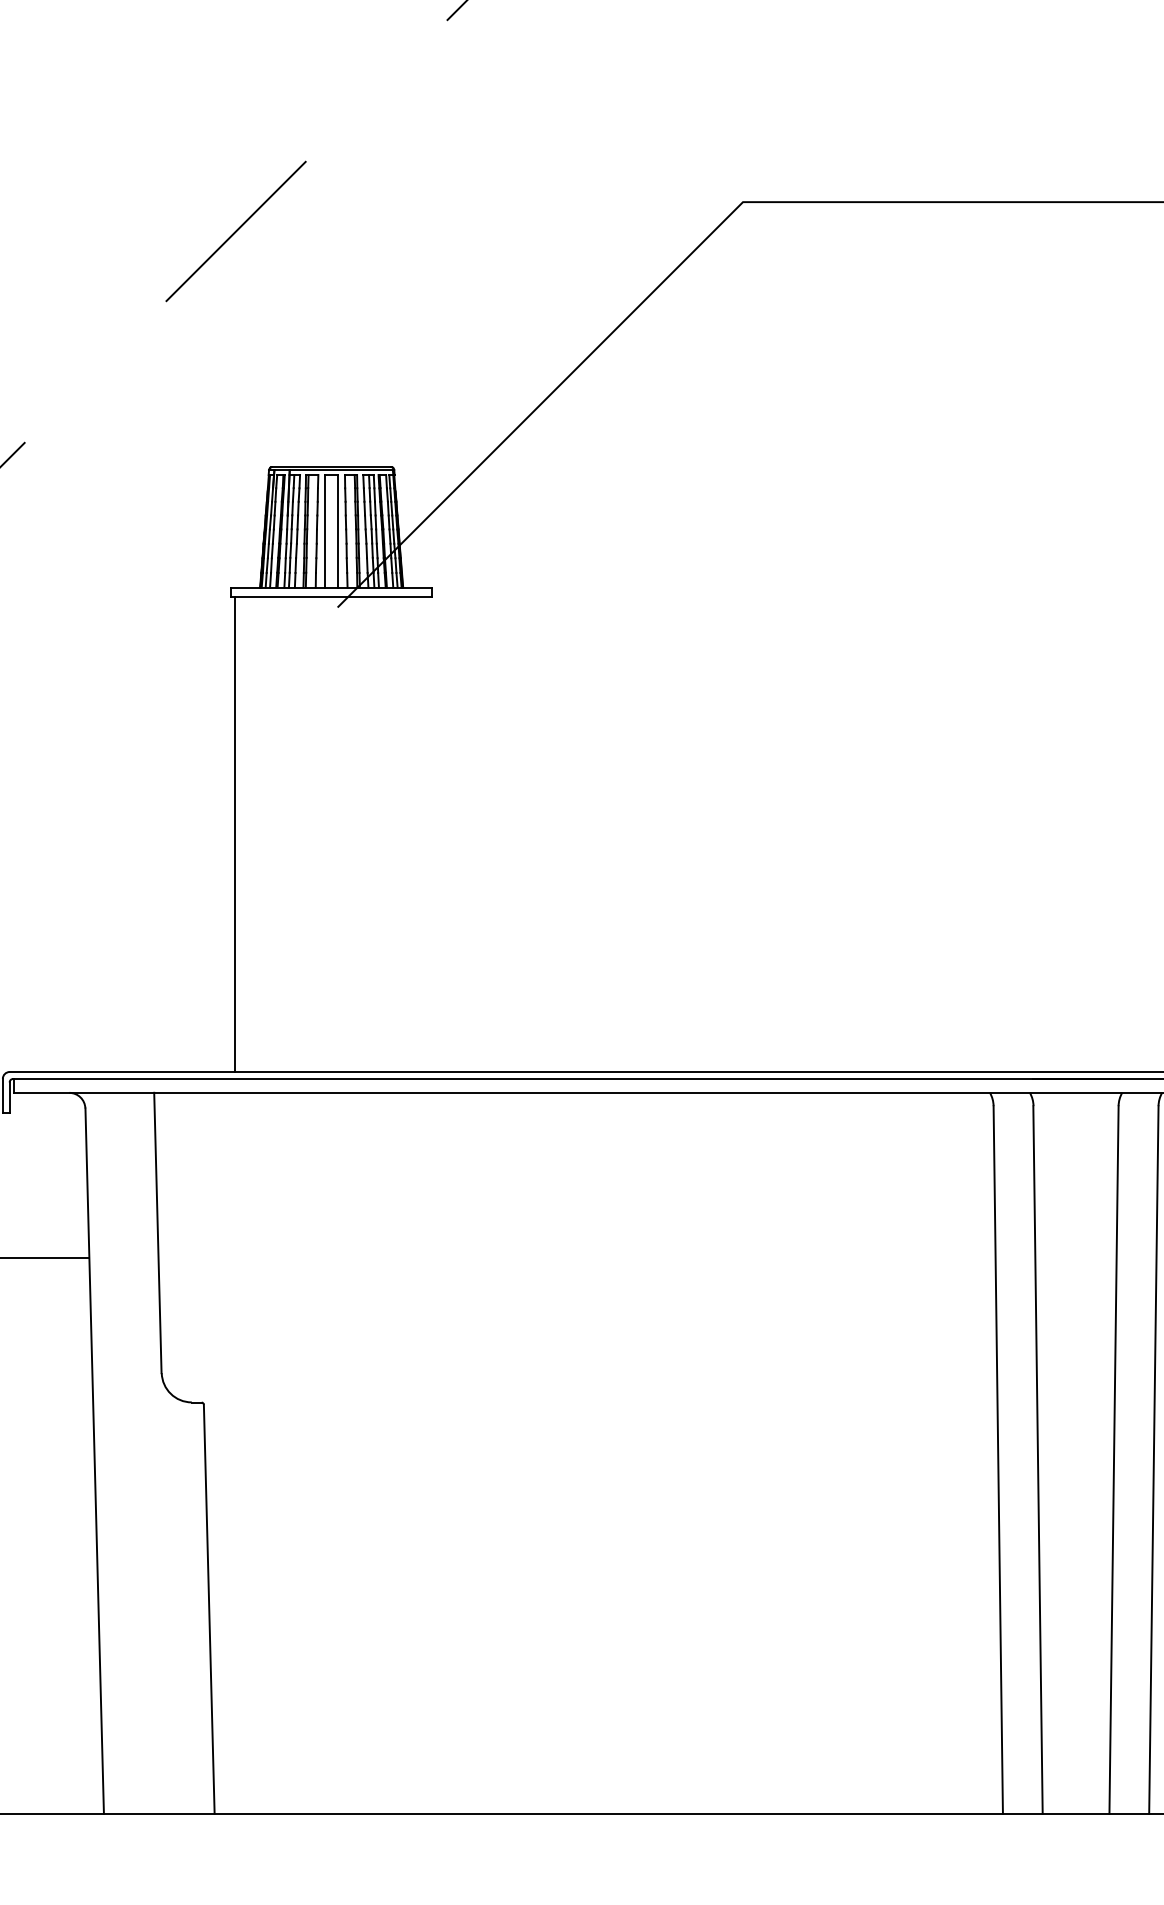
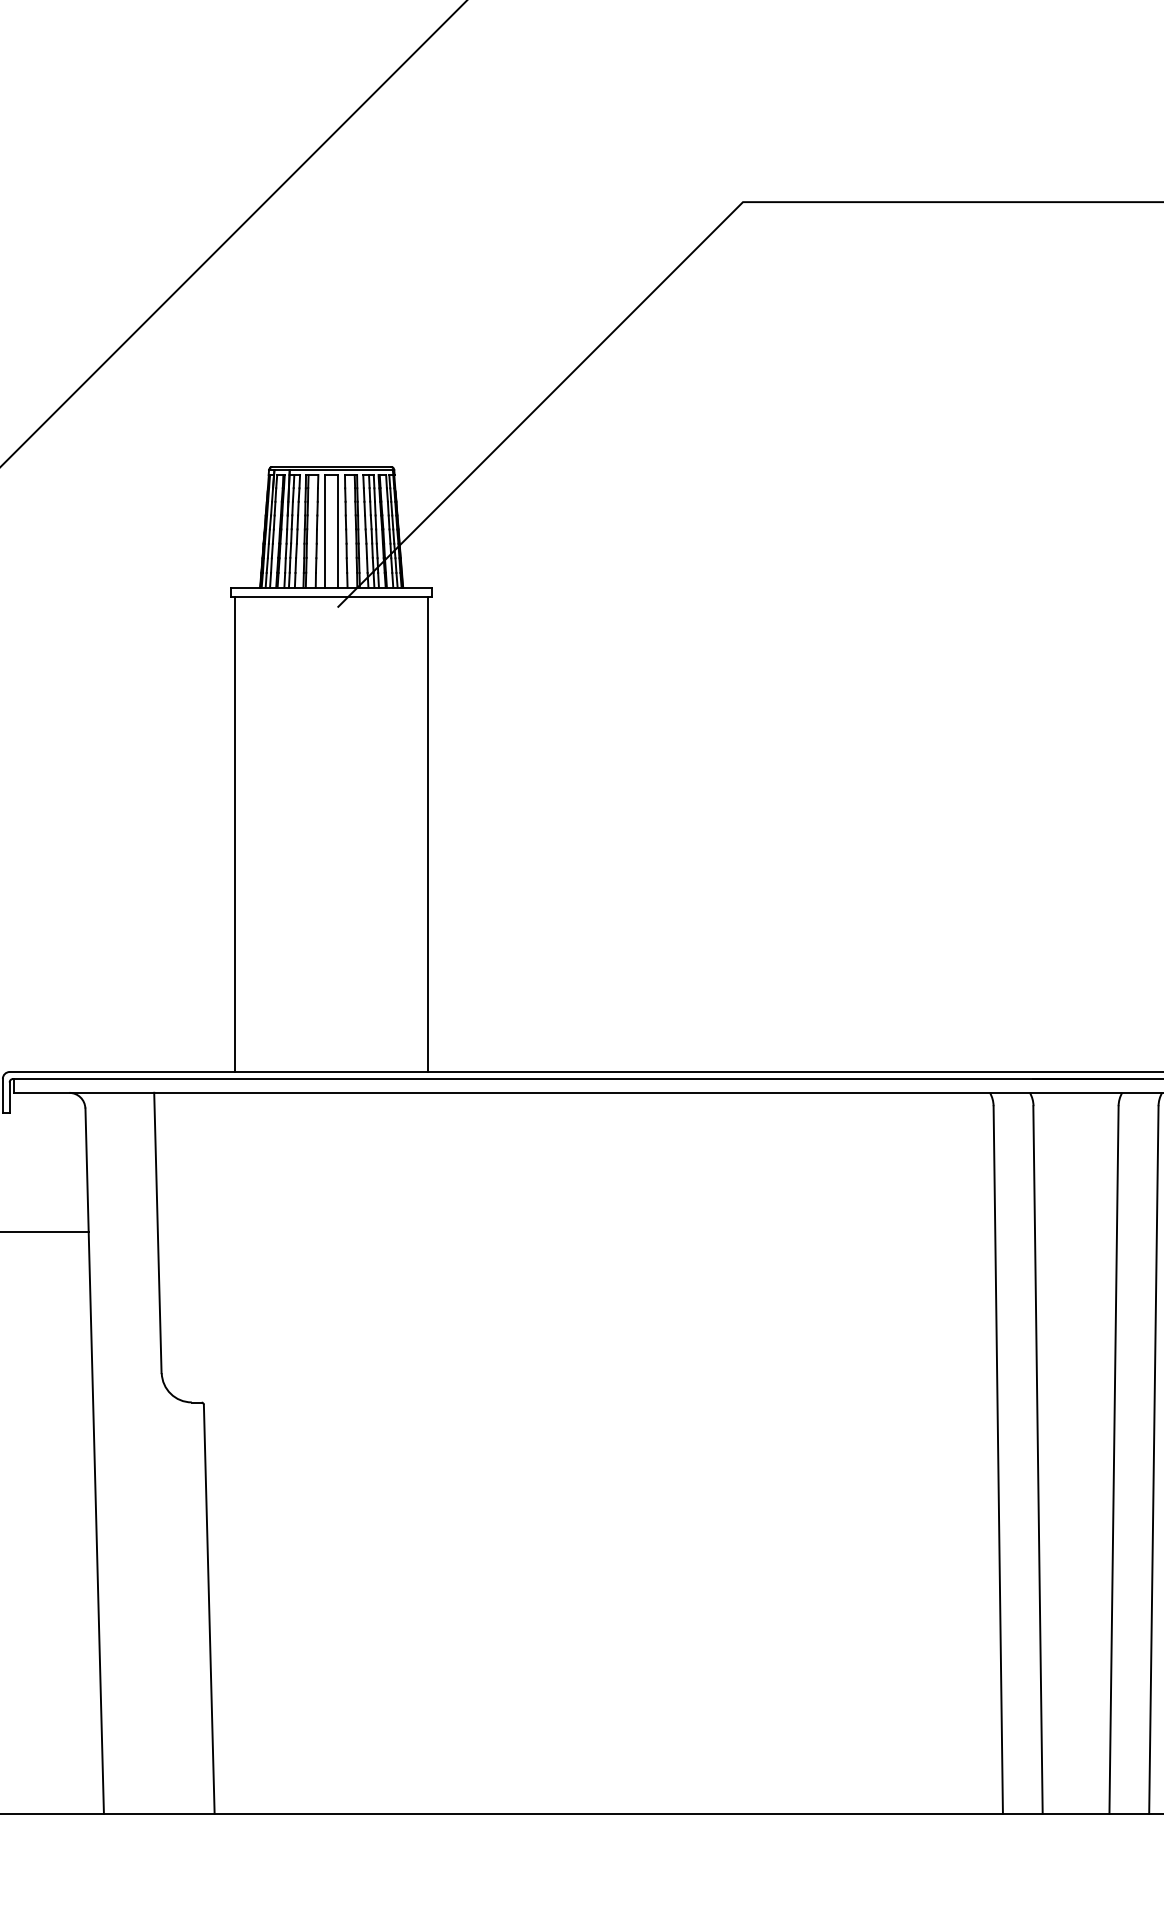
line at (234, 233): dashed -> solid
line at (428, 834): none -> present
line at (45, 1258) position: (45, 1258) -> (45, 1232)
